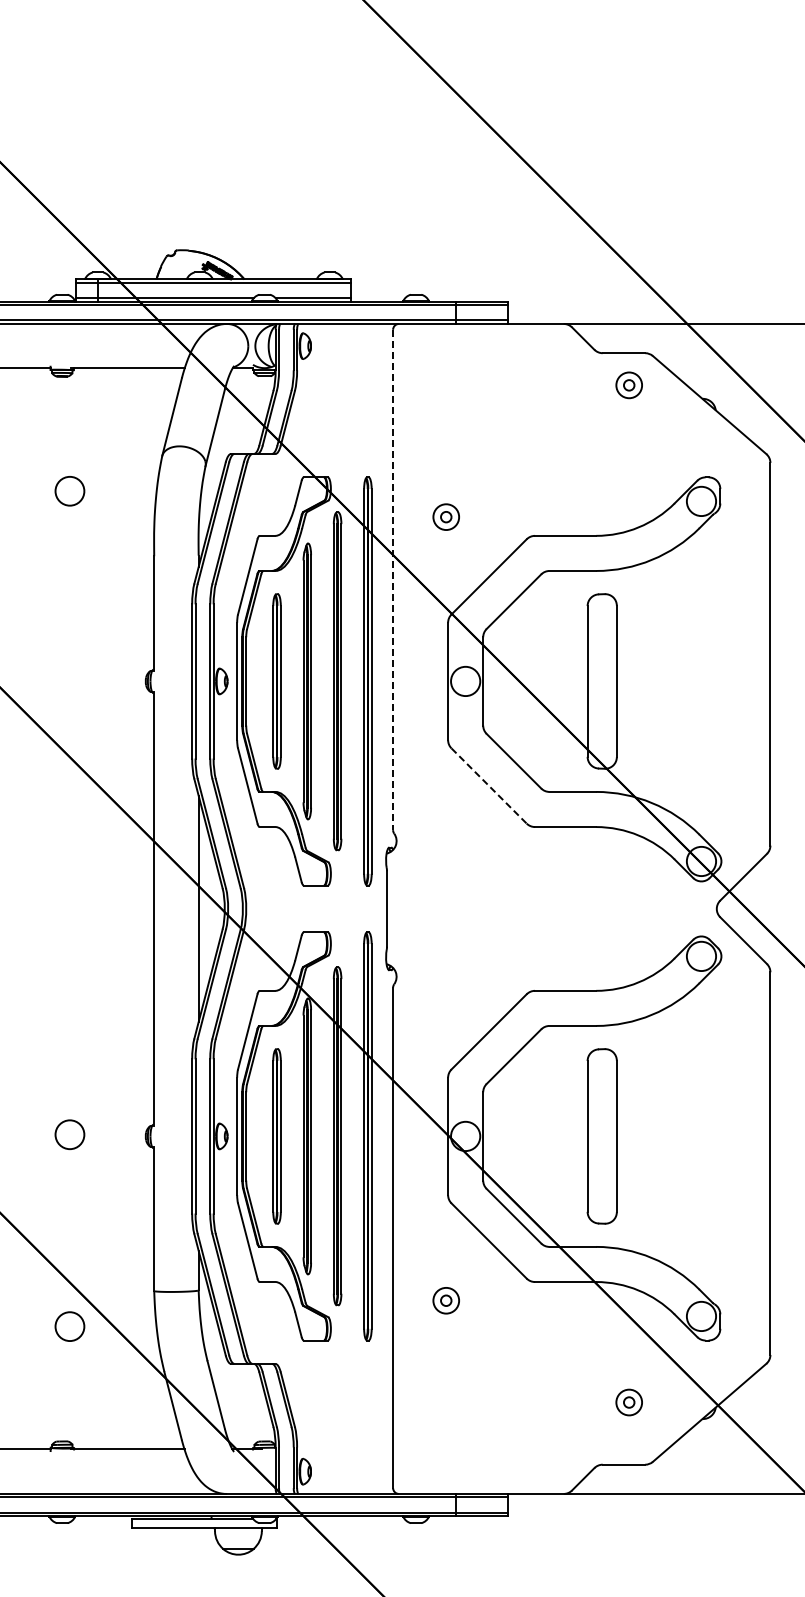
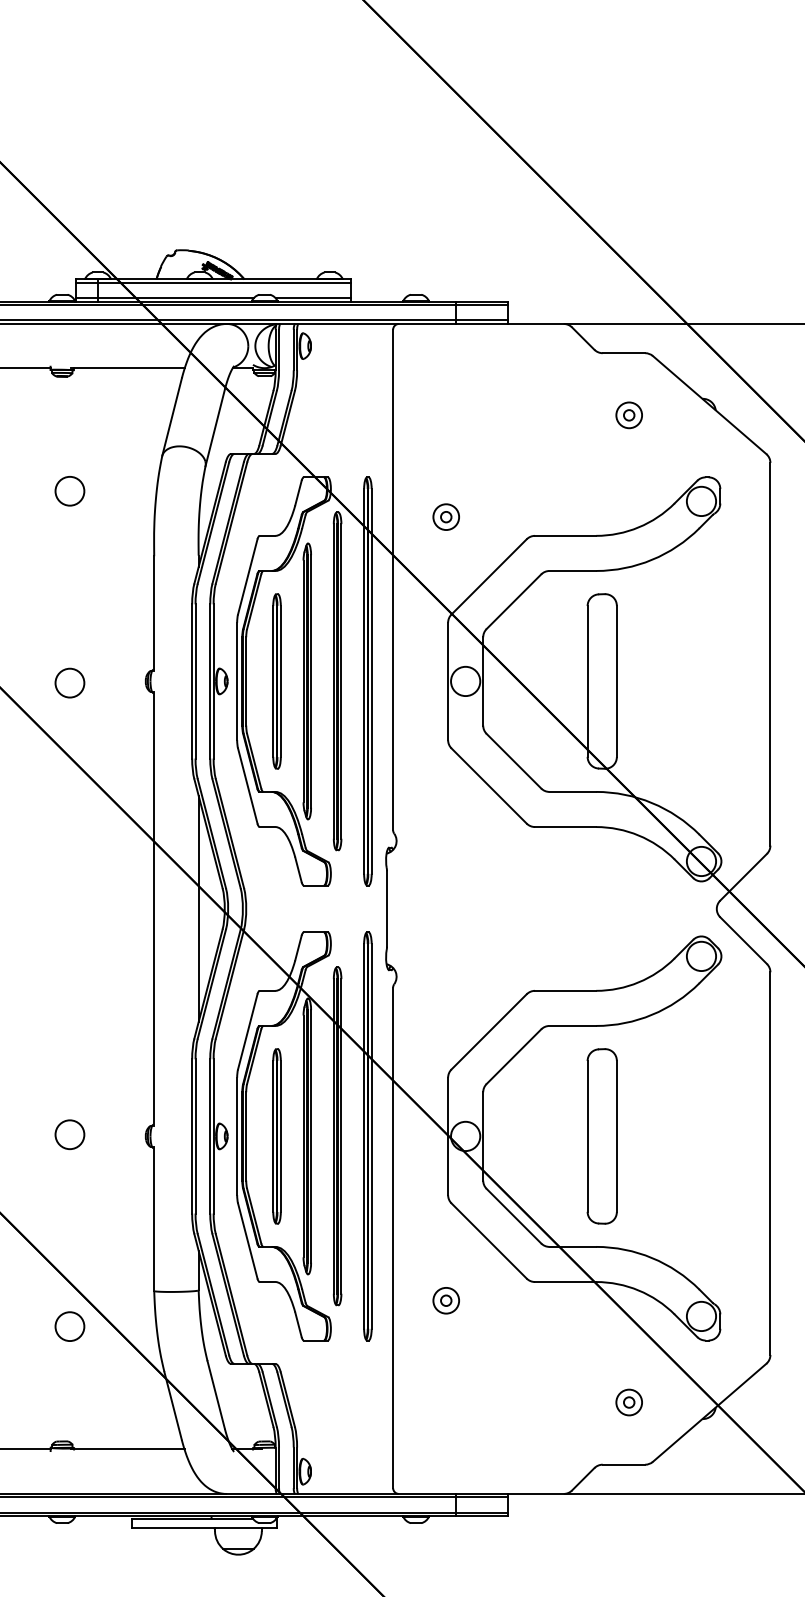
part at (628, 385) position: (628, 385) -> (628, 415)
line at (393, 580): dashed -> solid
circle at (69, 682): none -> present
line at (489, 786): dashed -> solid
